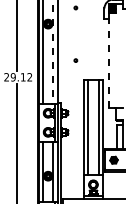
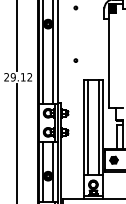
line at (53, 52): dashed -> solid
line at (108, 63): dashed -> solid
